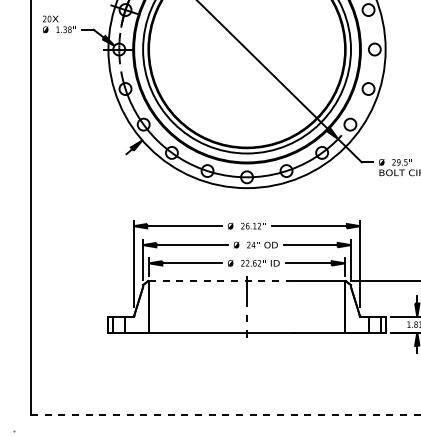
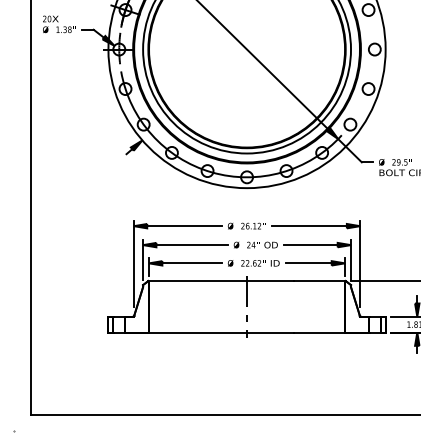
line at (222, 281): dashed -> solid
line at (226, 414): dashed -> solid
